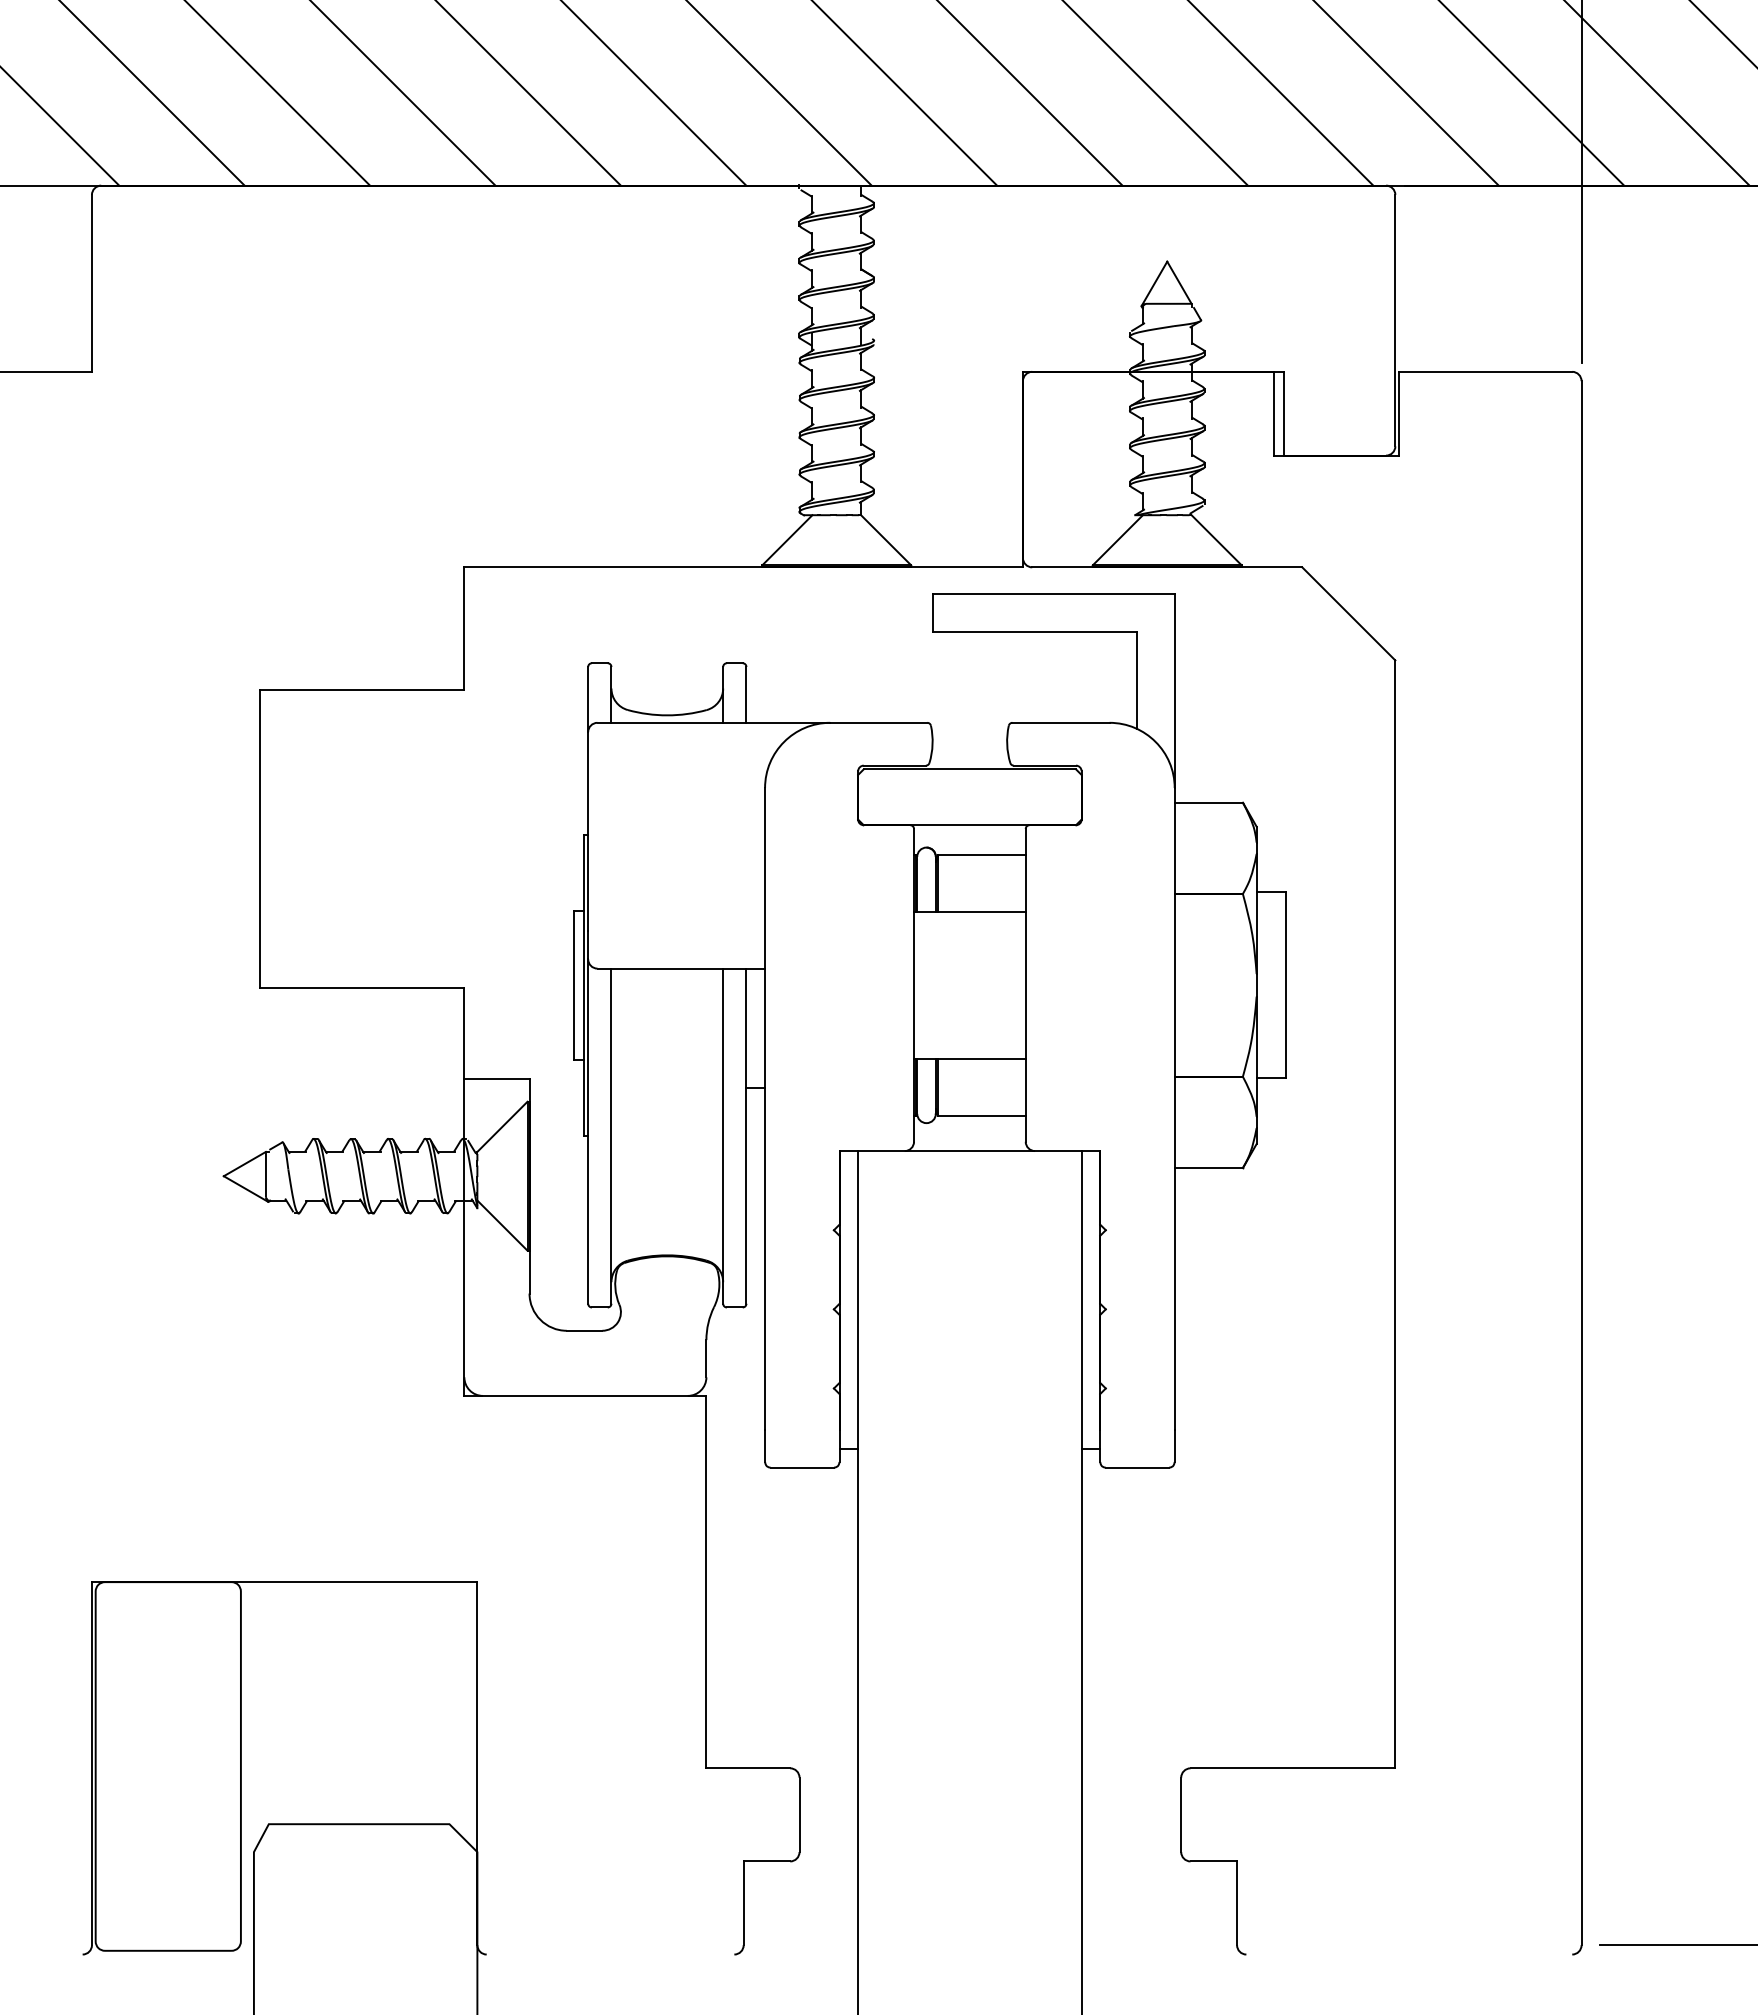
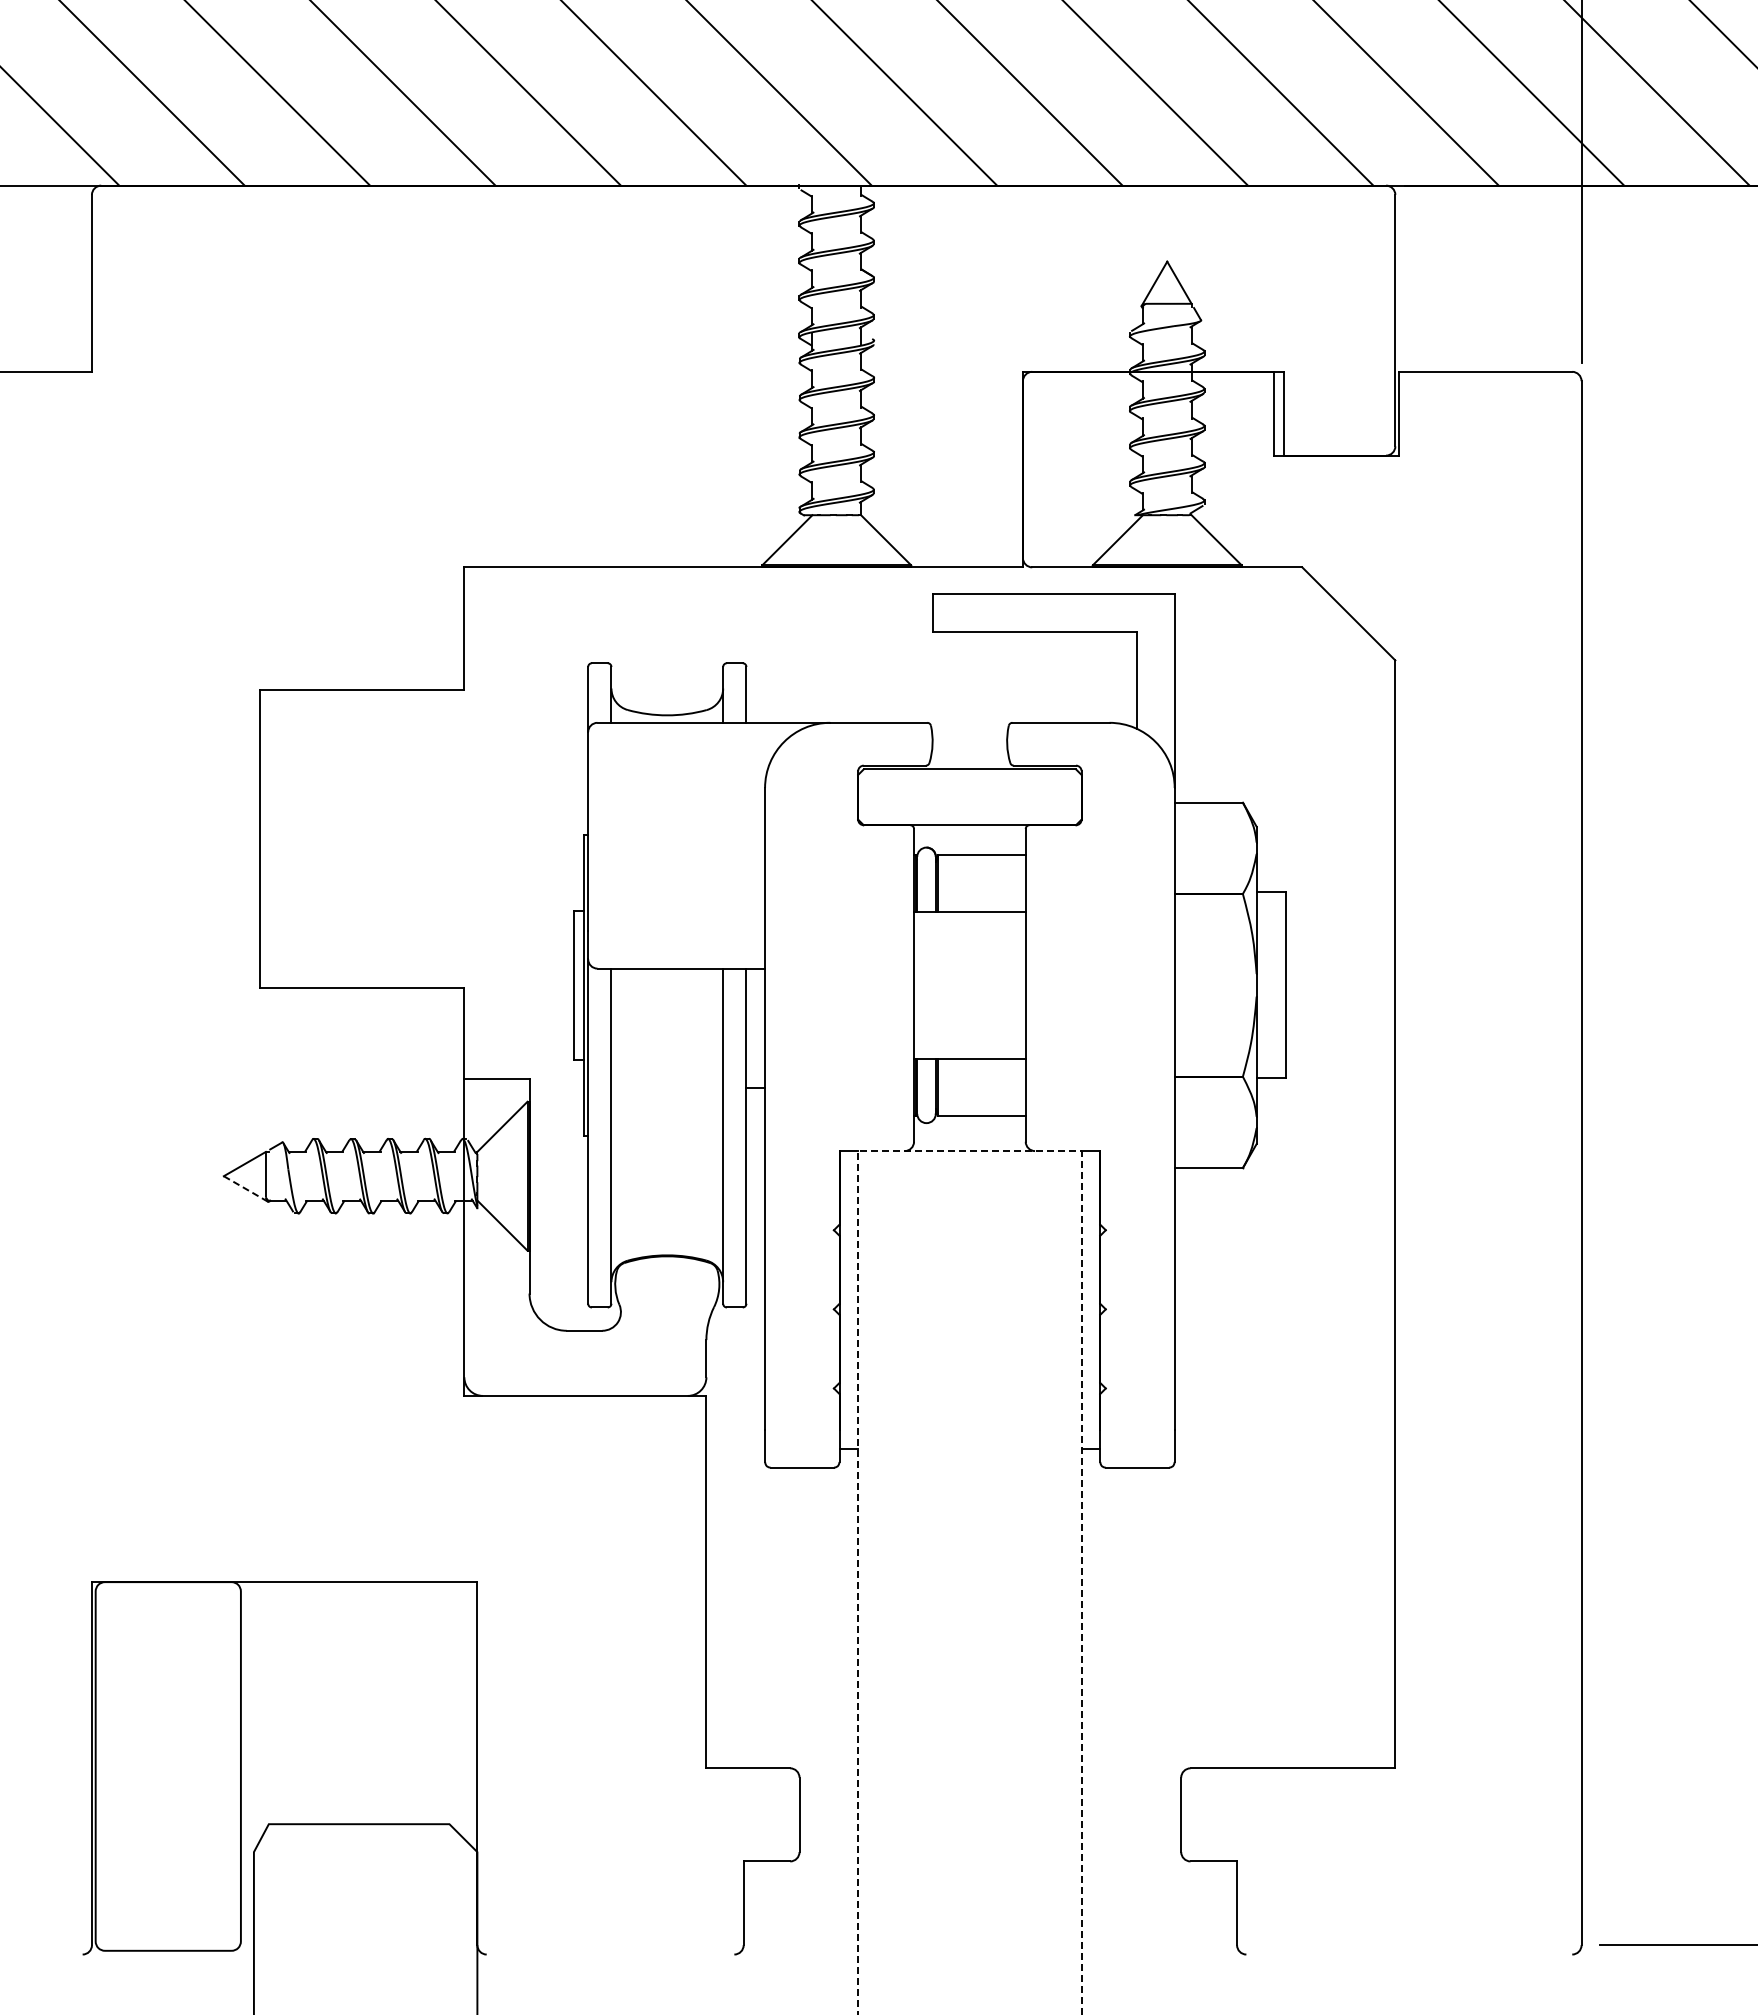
line at (969, 1151): solid -> dashed
line at (245, 1189): solid -> dashed
